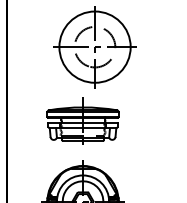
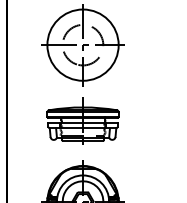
part at (94, 47) position: (94, 47) -> (82, 45)
